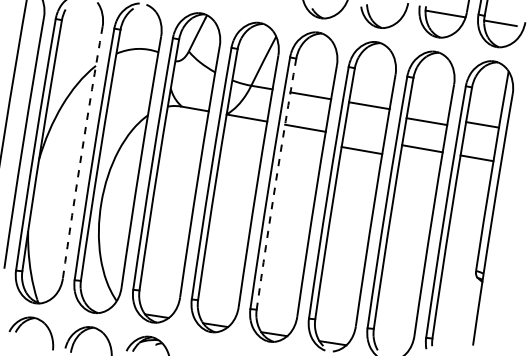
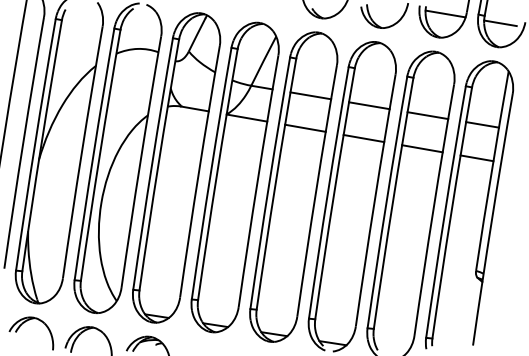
line at (426, 121) position: (426, 121) -> (427, 115)
line at (361, 150) position: (361, 150) -> (363, 138)
arc at (81, 152): dashed -> solid
arc at (275, 184): dashed -> solid
